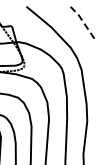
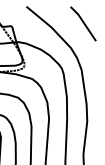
line at (84, 23): dashed -> solid
